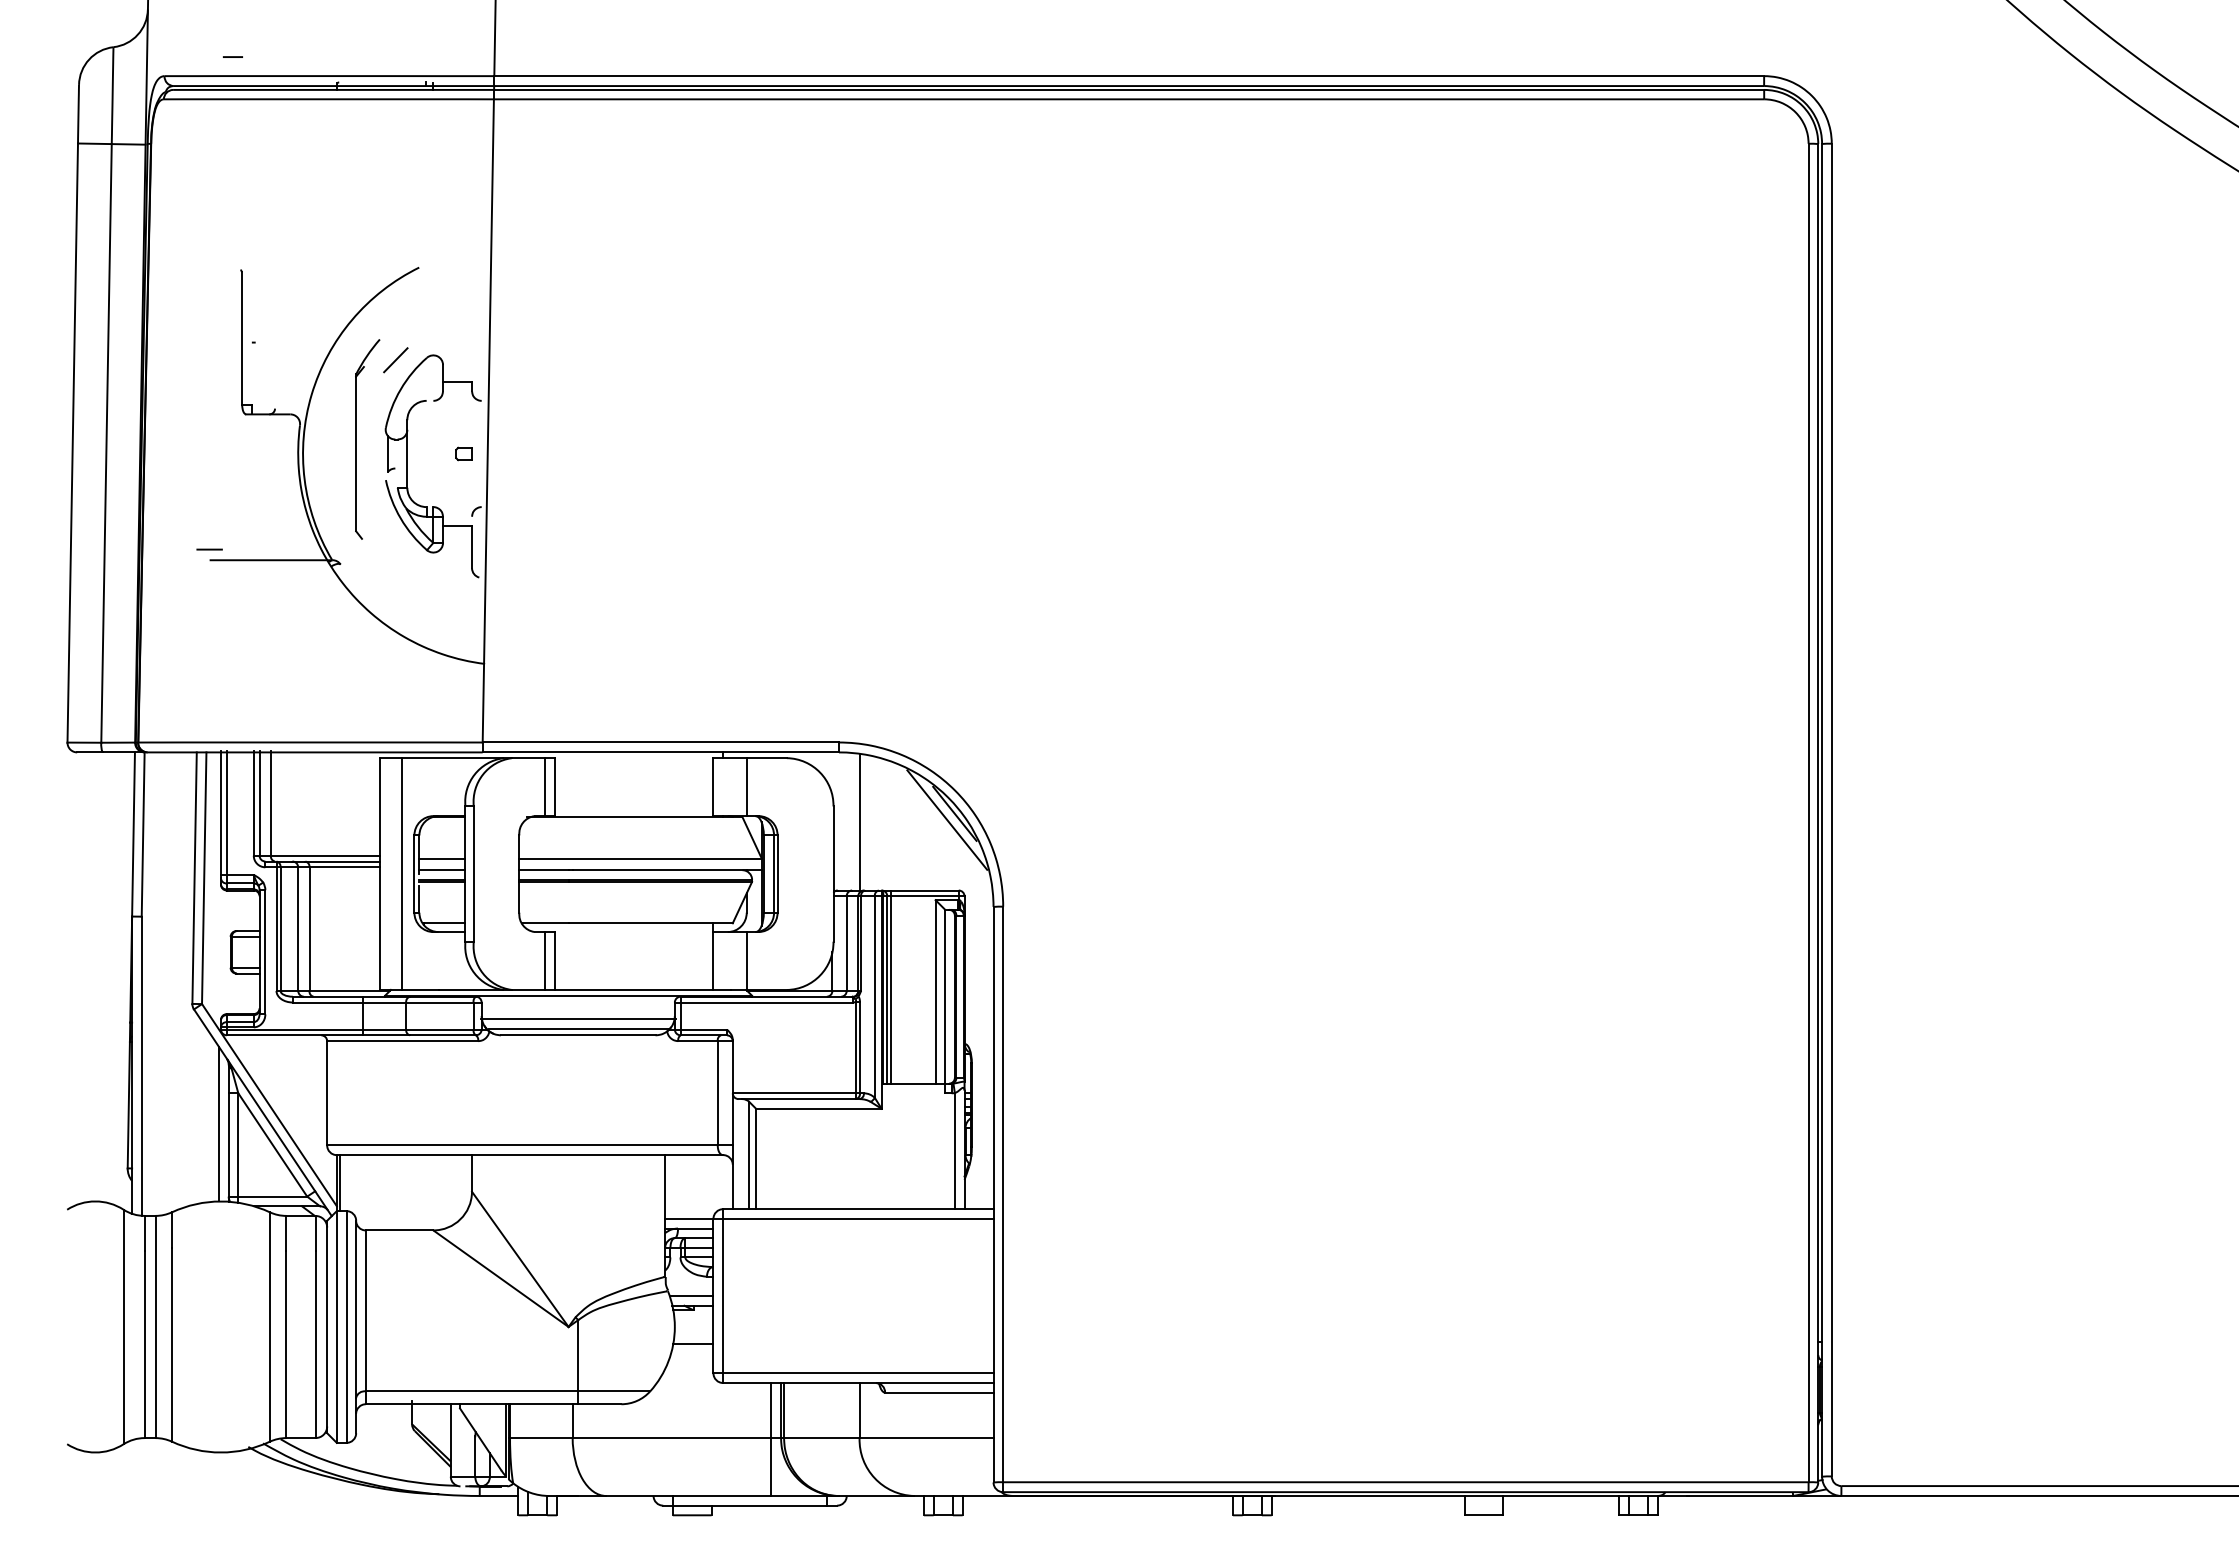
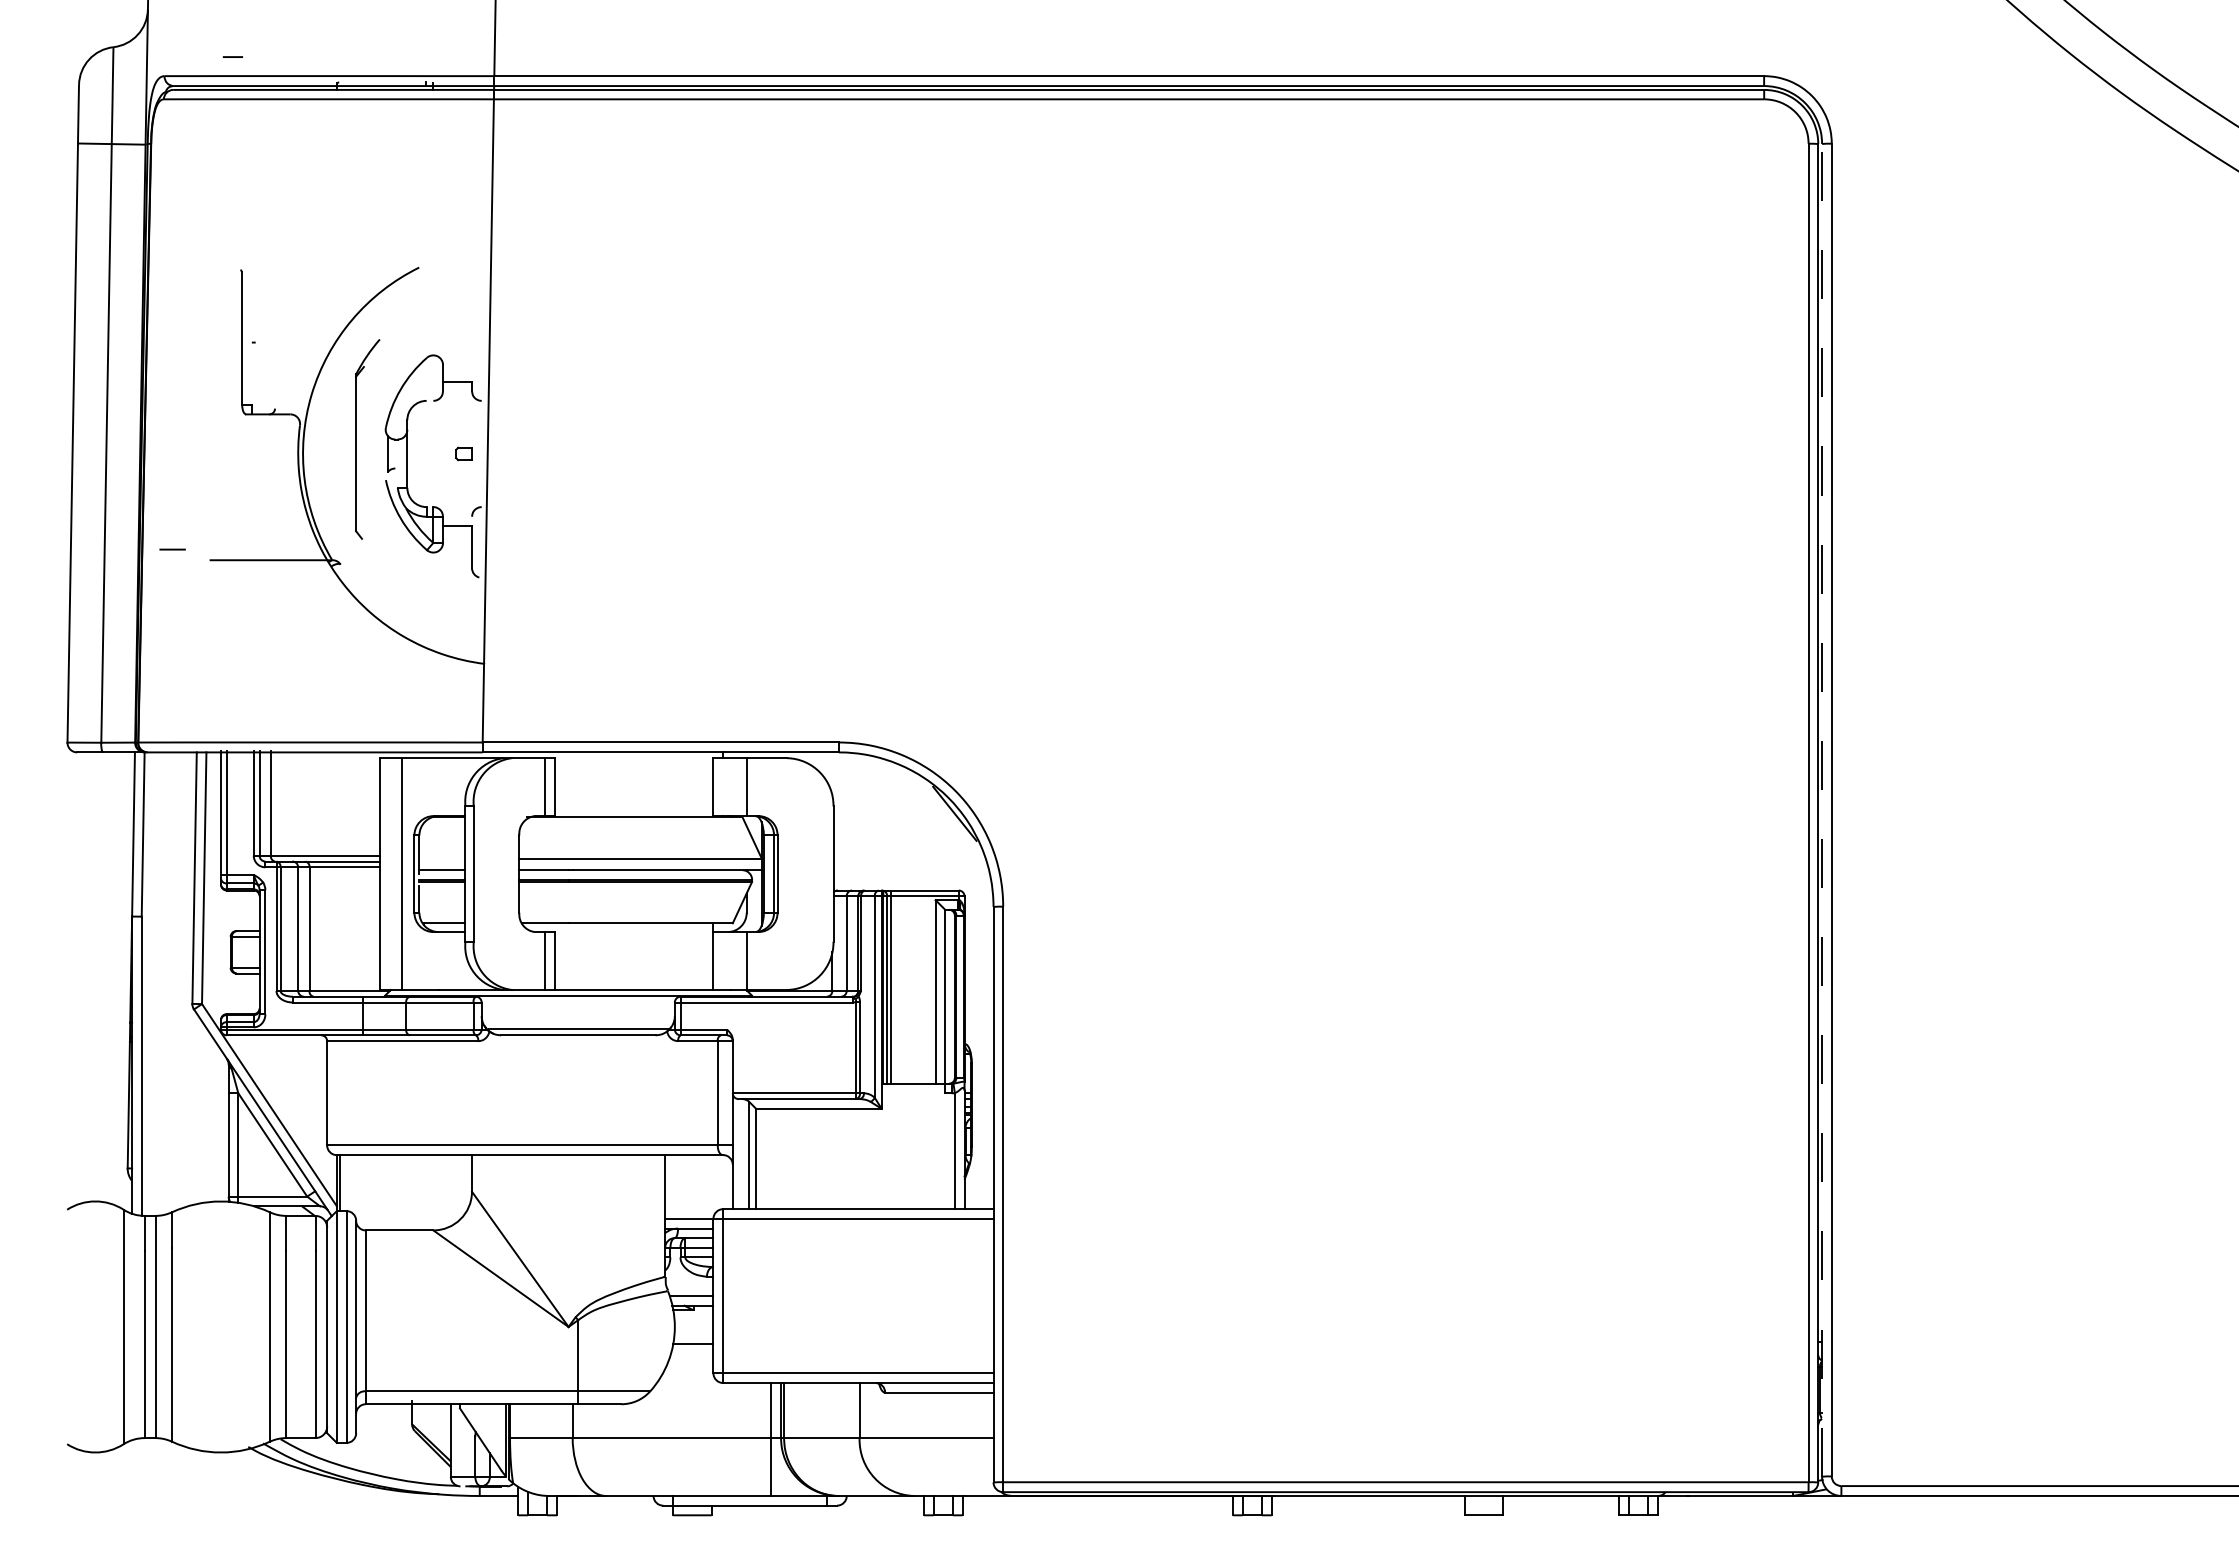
line at (395, 360): present -> none
line at (209, 549) position: (209, 549) -> (172, 549)
line at (1822, 809): solid -> dashed
line at (947, 819): present -> none
line at (859, 822): present -> none
line at (442, 858): present -> none
line at (577, 1018): present -> none
line at (219, 1123): present -> none
